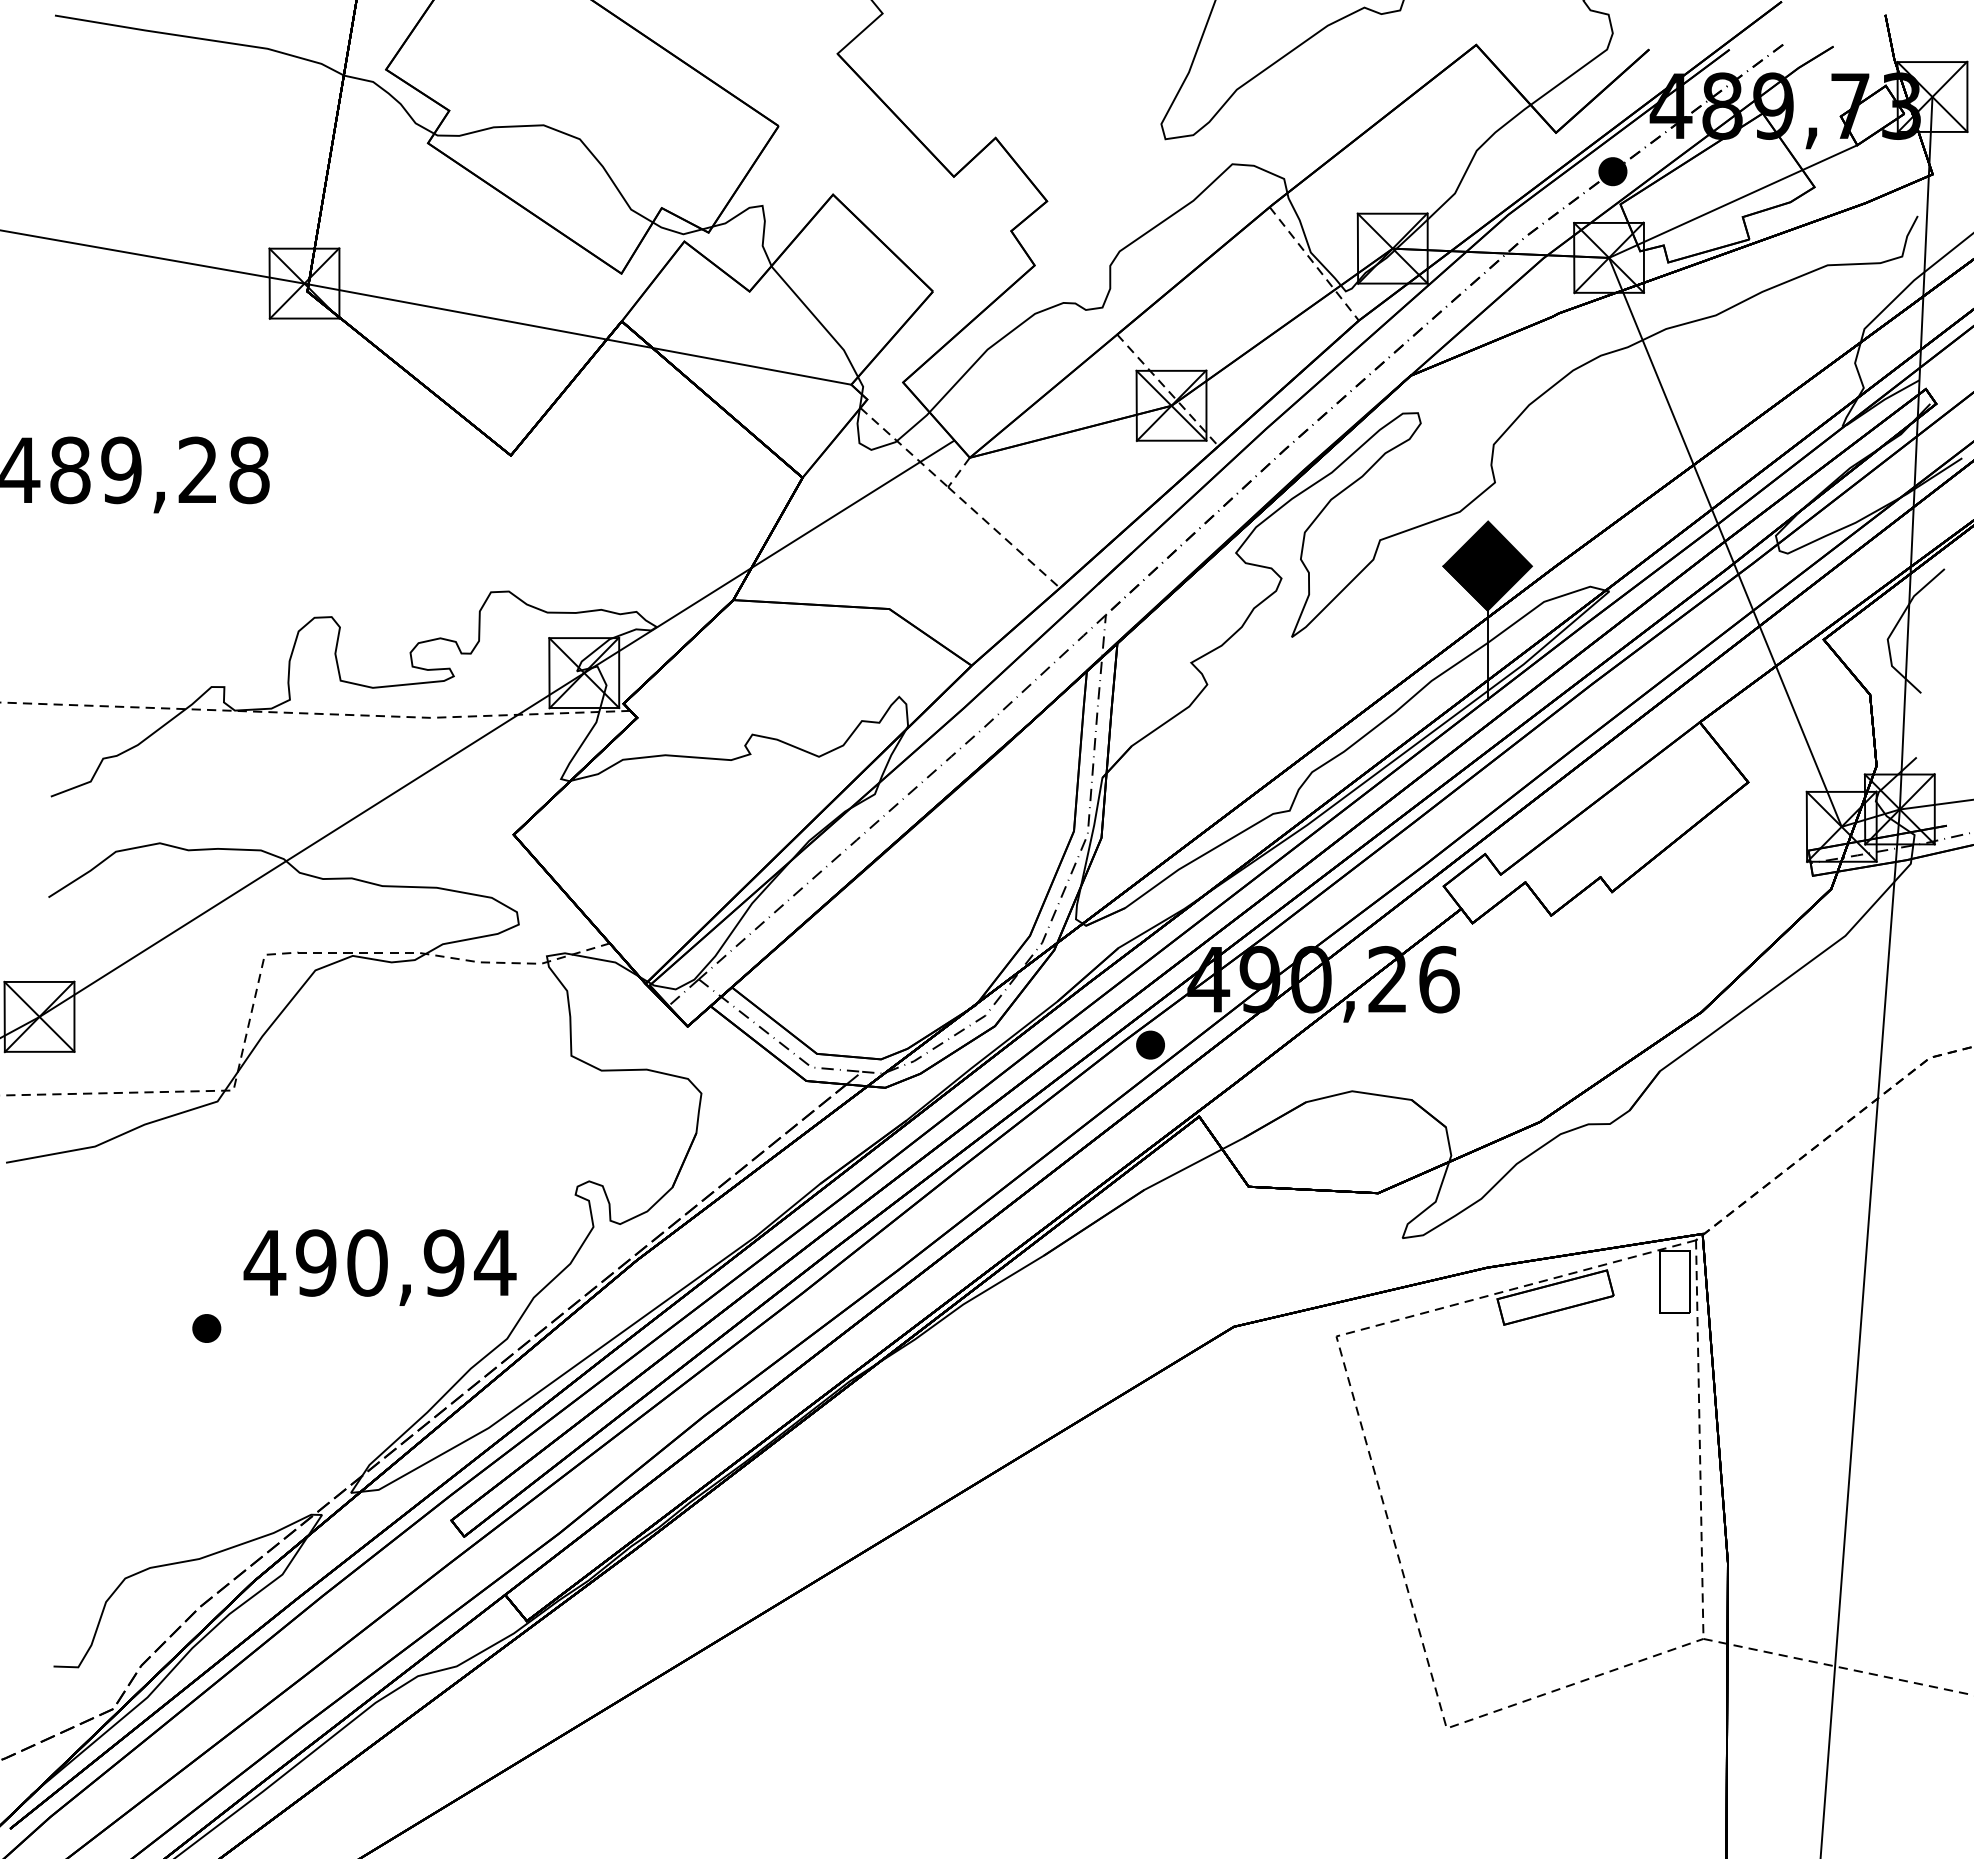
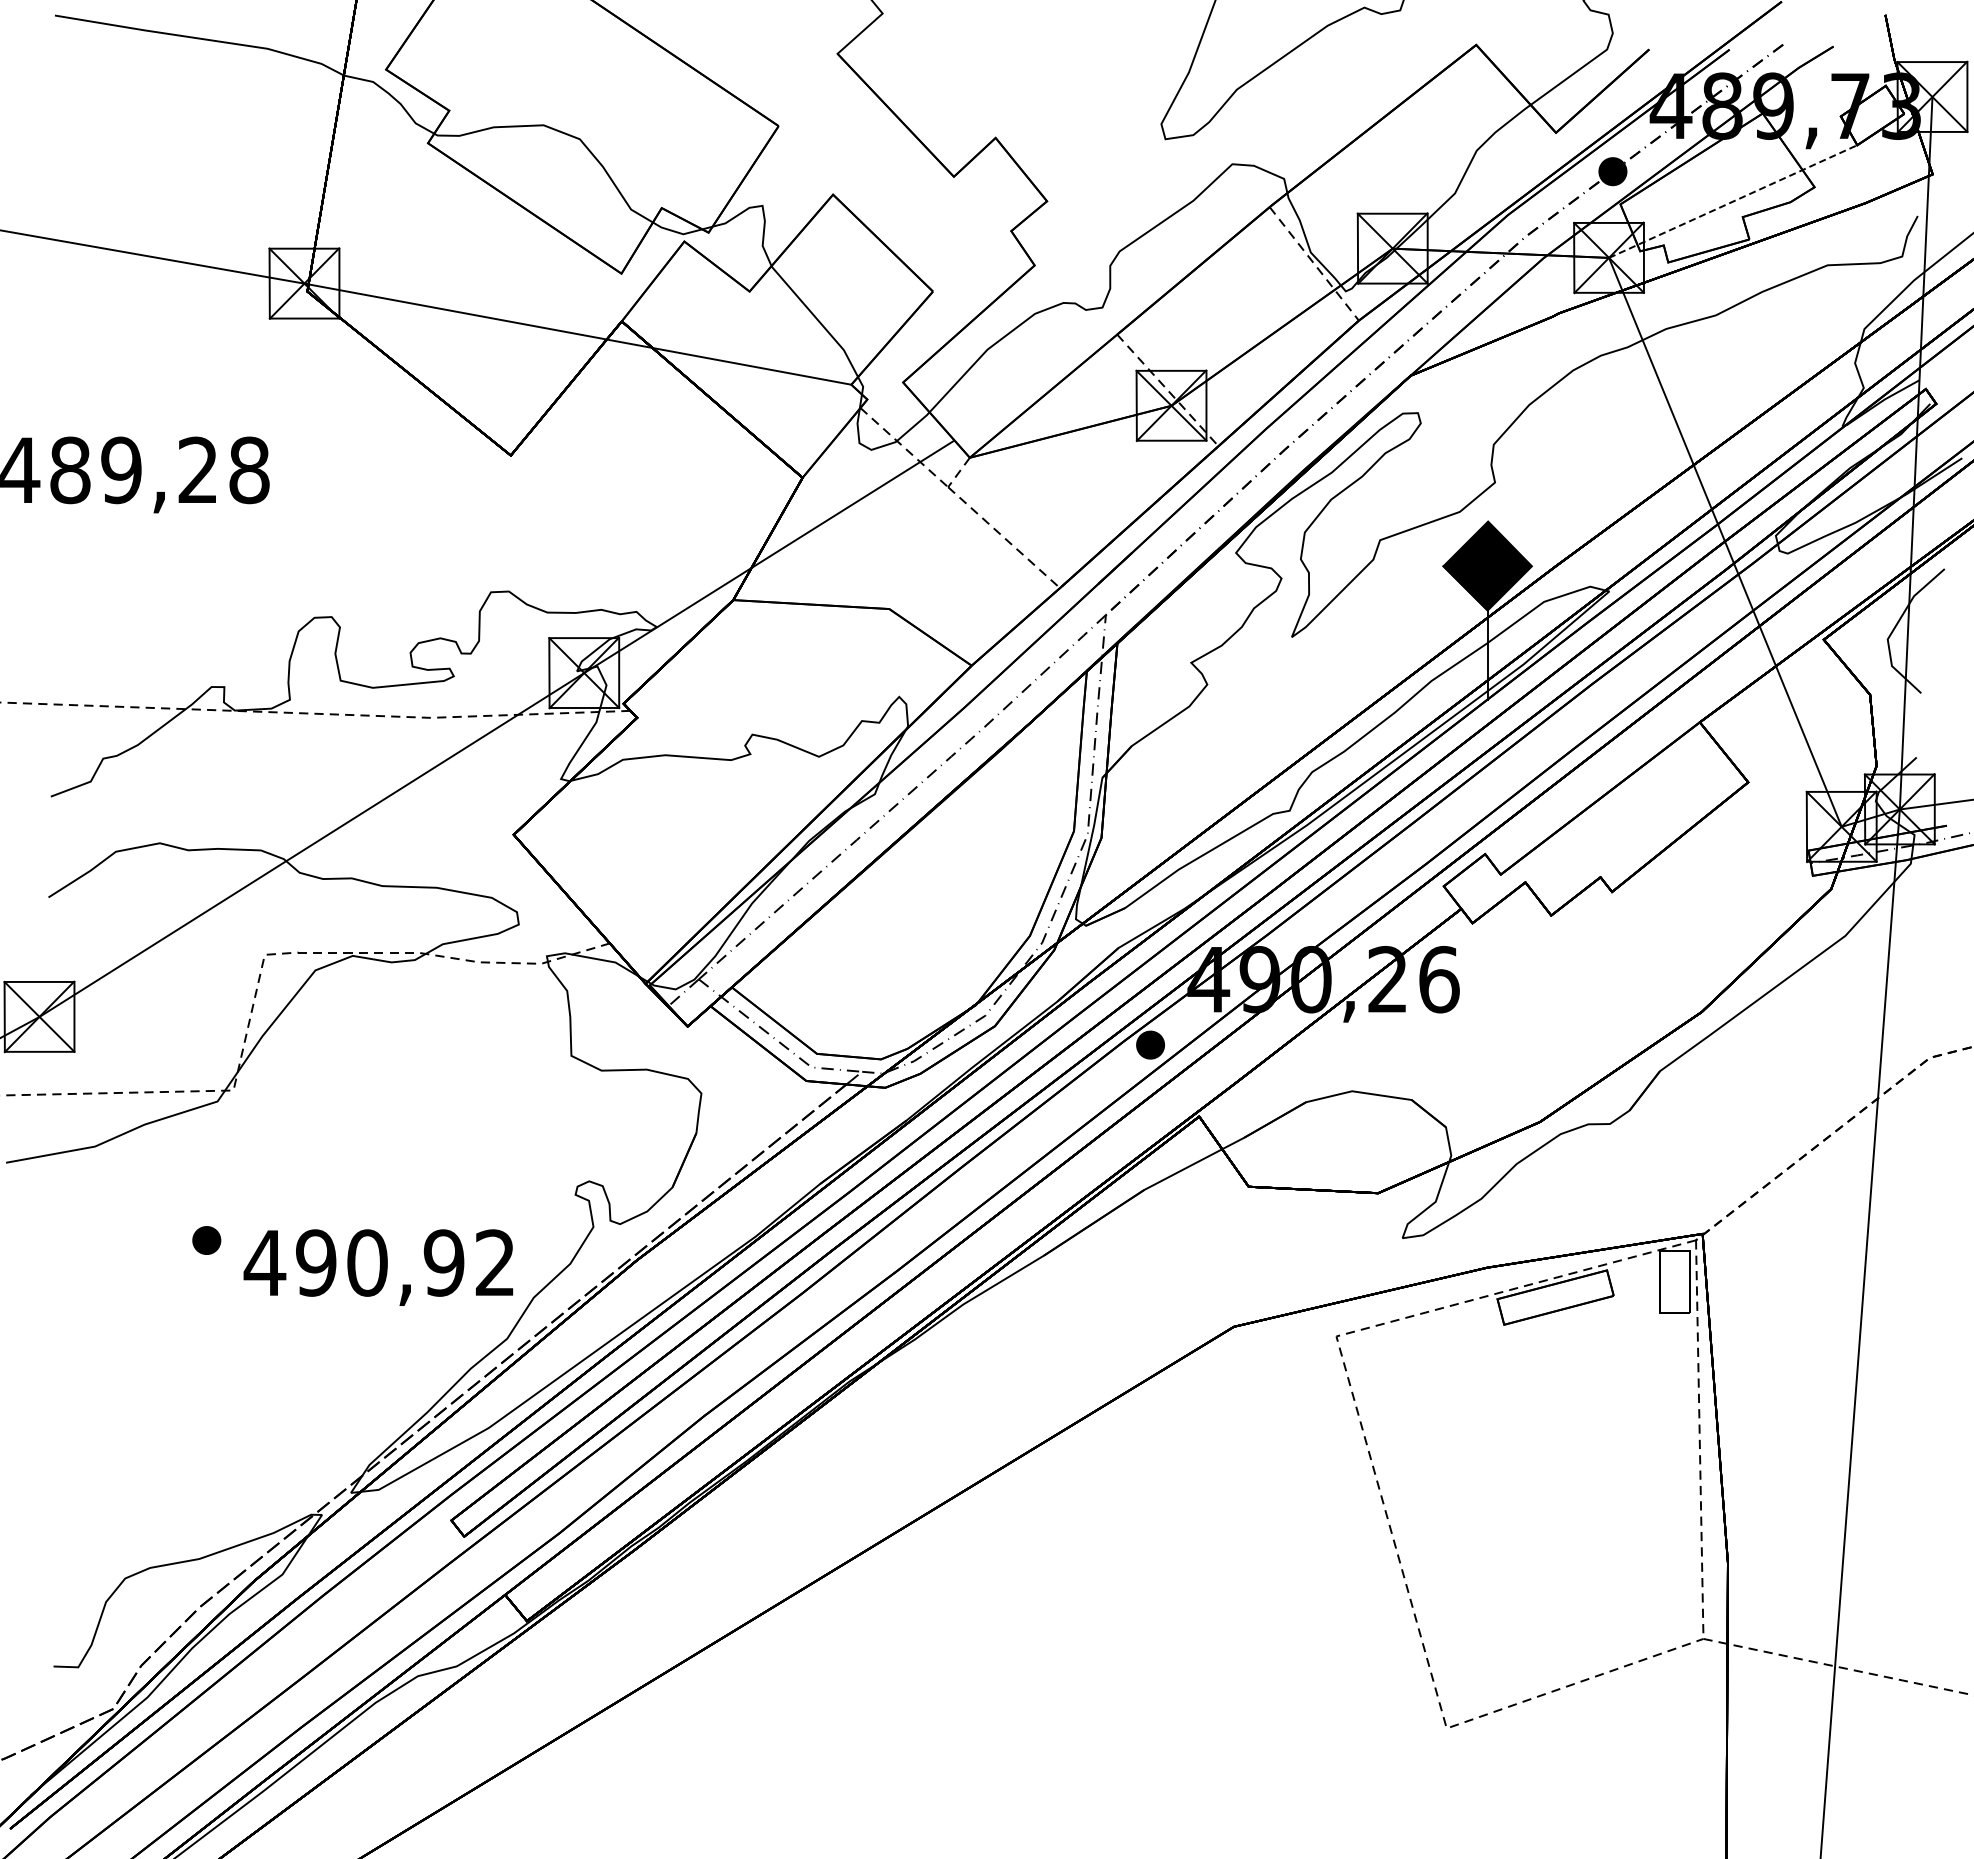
line at (1733, 201): solid -> dashed
text at (495, 1262): 490,94 -> 490,92
part at (206, 1328) position: (206, 1328) -> (206, 1240)
